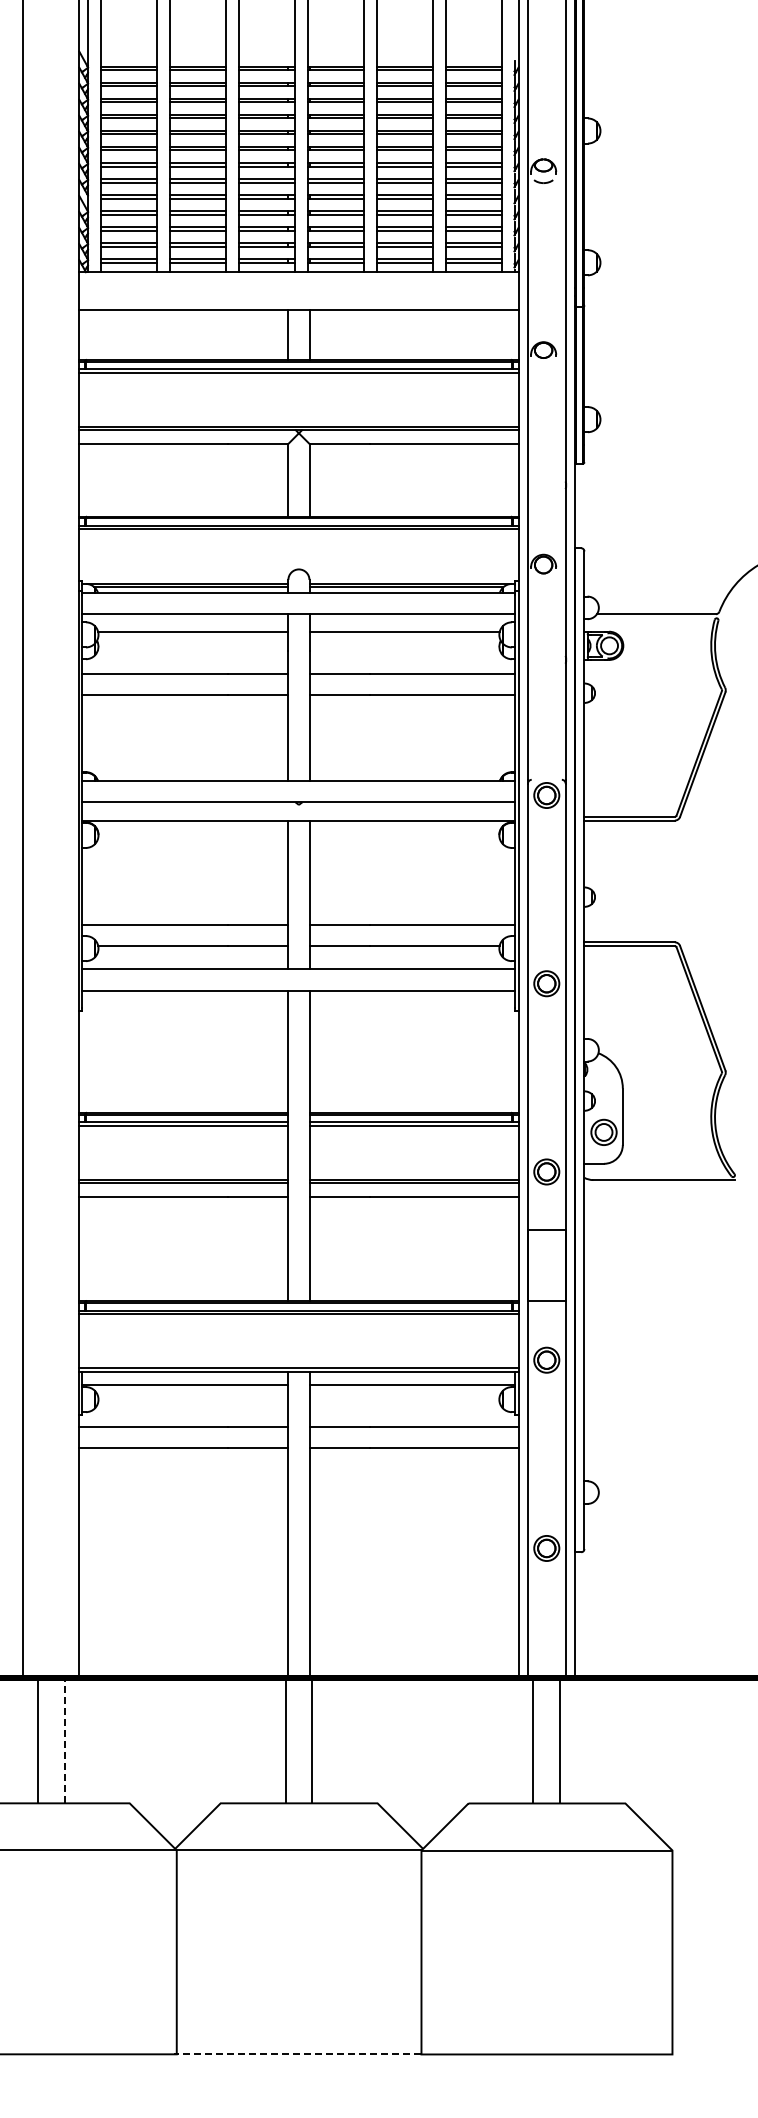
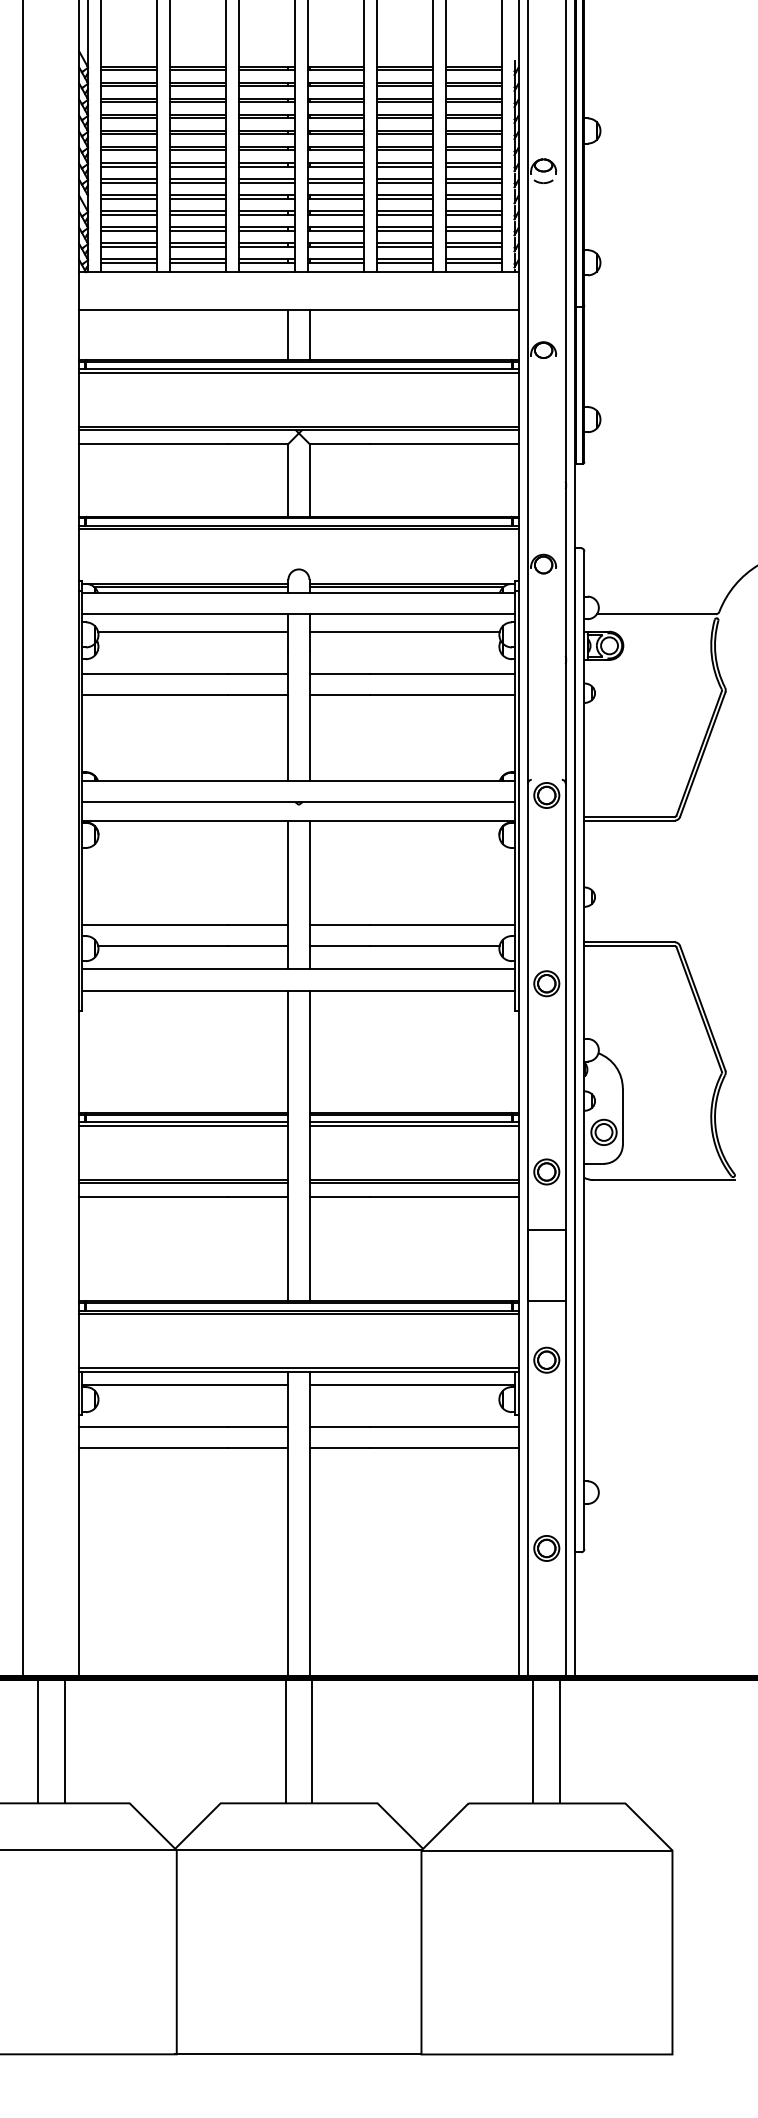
line at (64, 1740): dashed -> solid
line at (297, 2054): dashed -> solid
